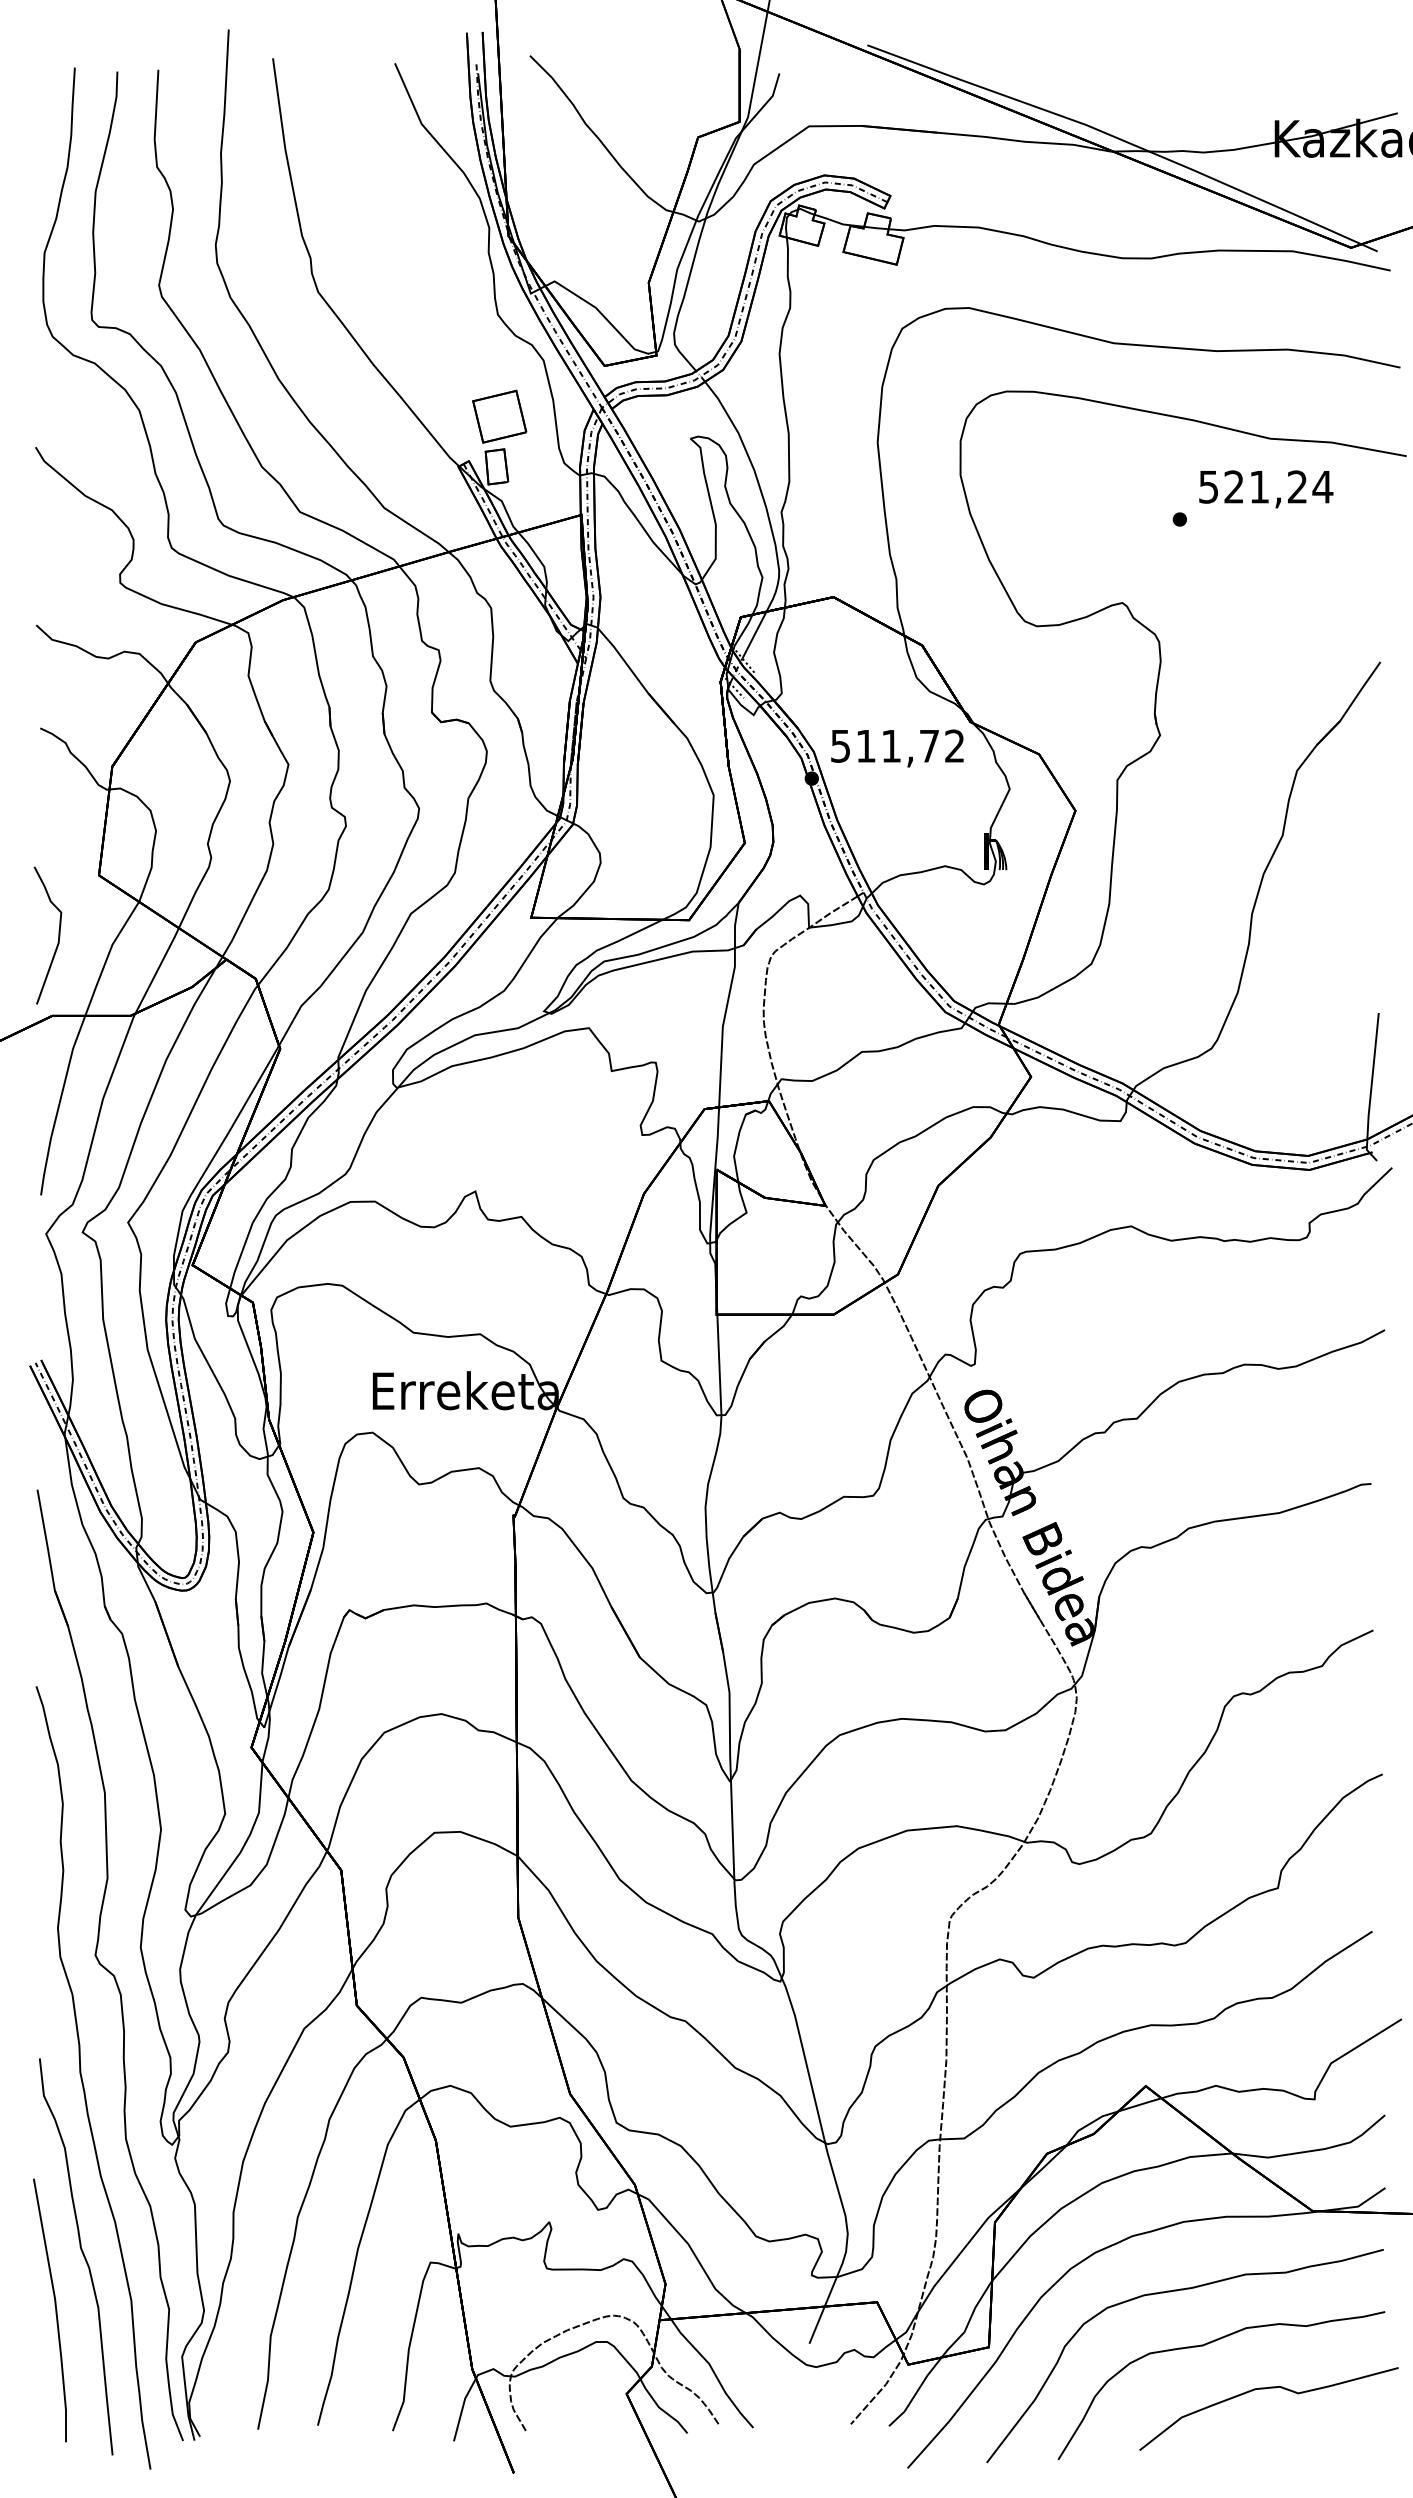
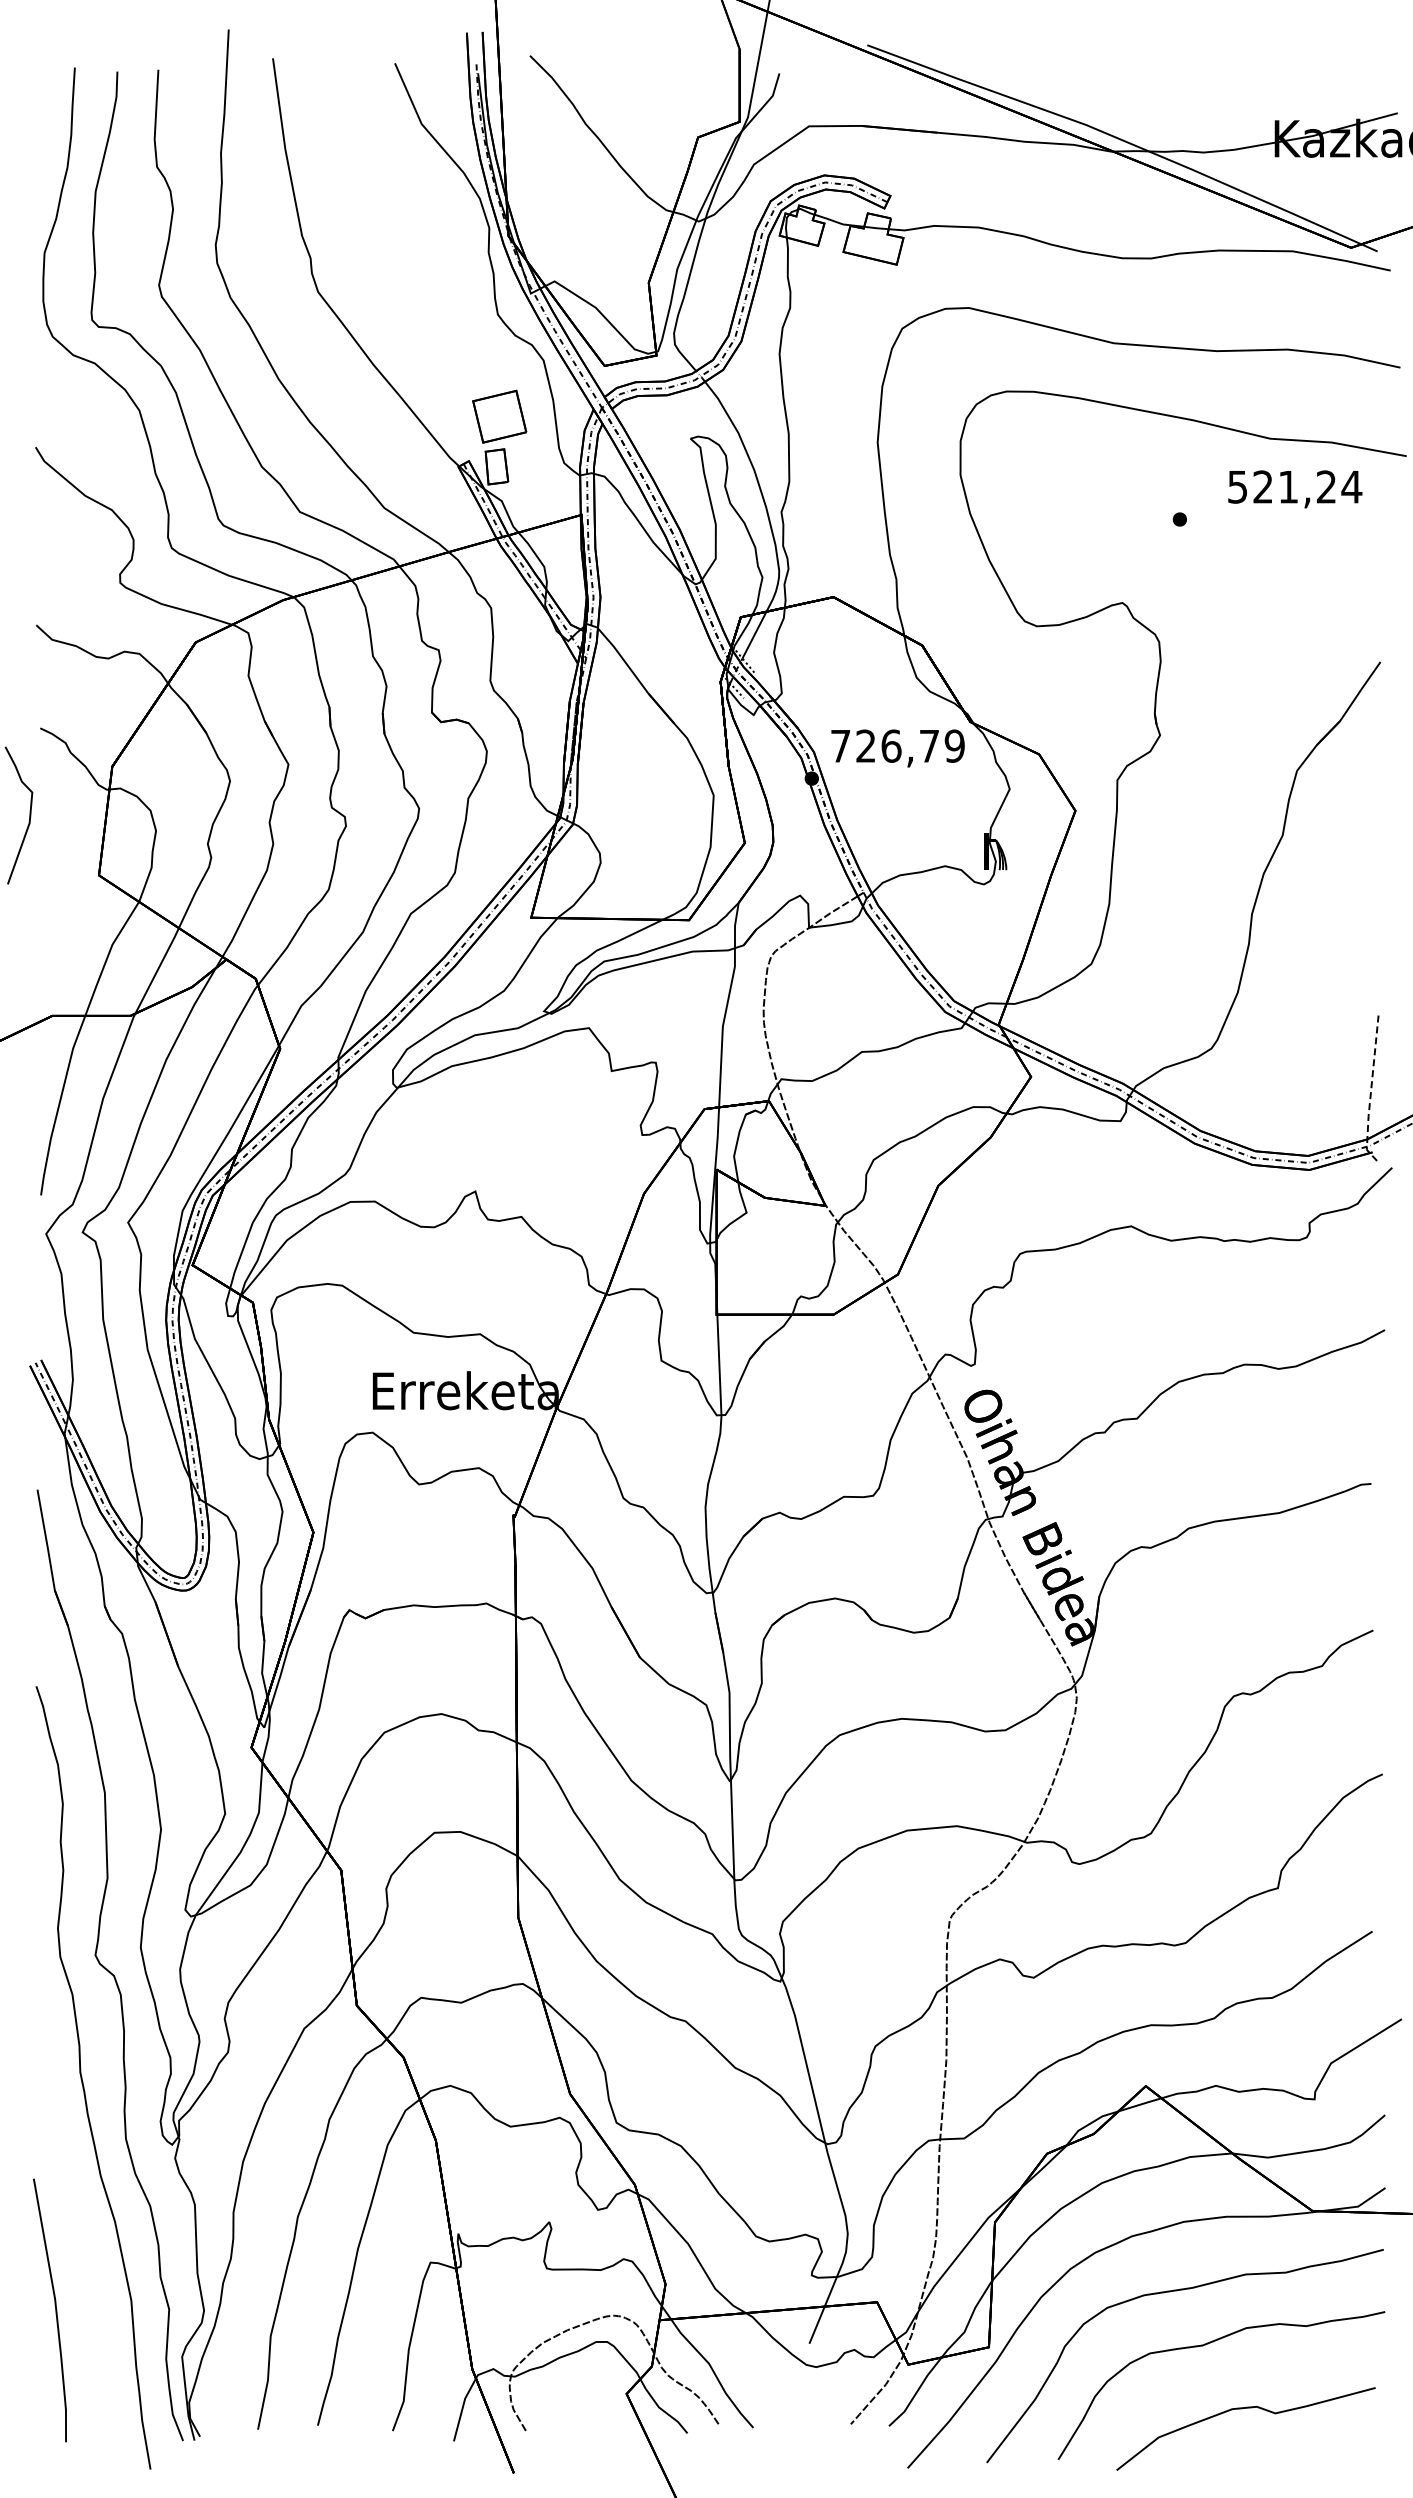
text at (1266, 489) position: (1266, 489) -> (1295, 489)
text at (897, 745): 511,72 -> 726,79
curve at (58, 935) position: (58, 935) -> (29, 815)
line at (1371, 1090): solid -> dashed
curve at (82, 2254): present -> none
curve at (1265, 2389) position: (1265, 2389) -> (1242, 2409)
